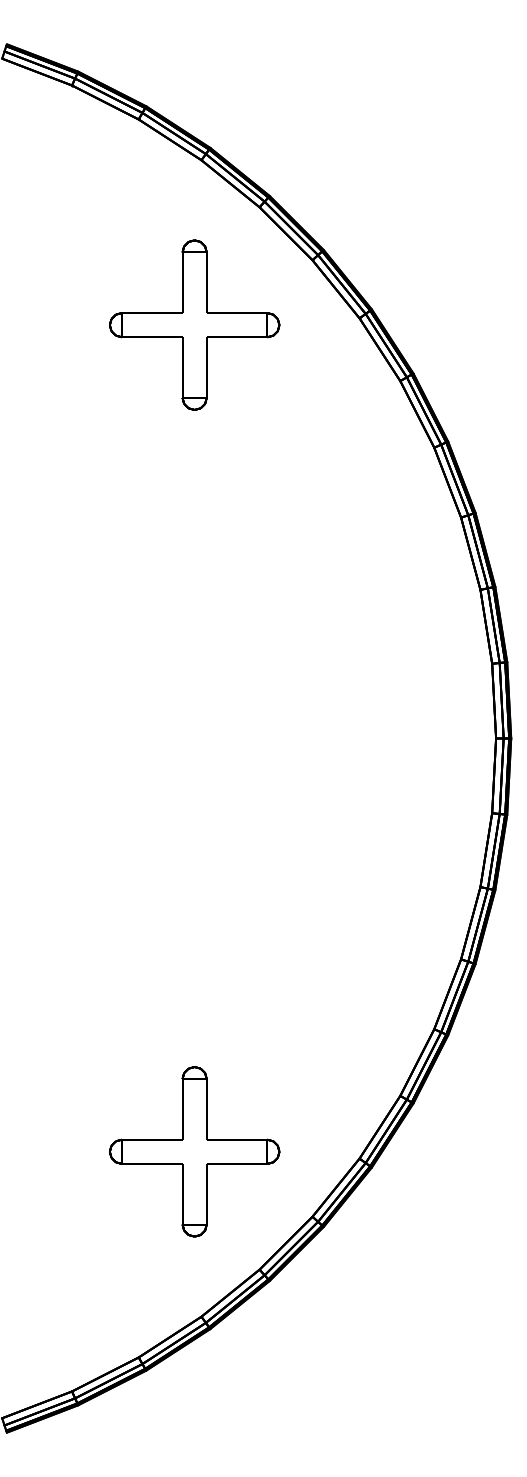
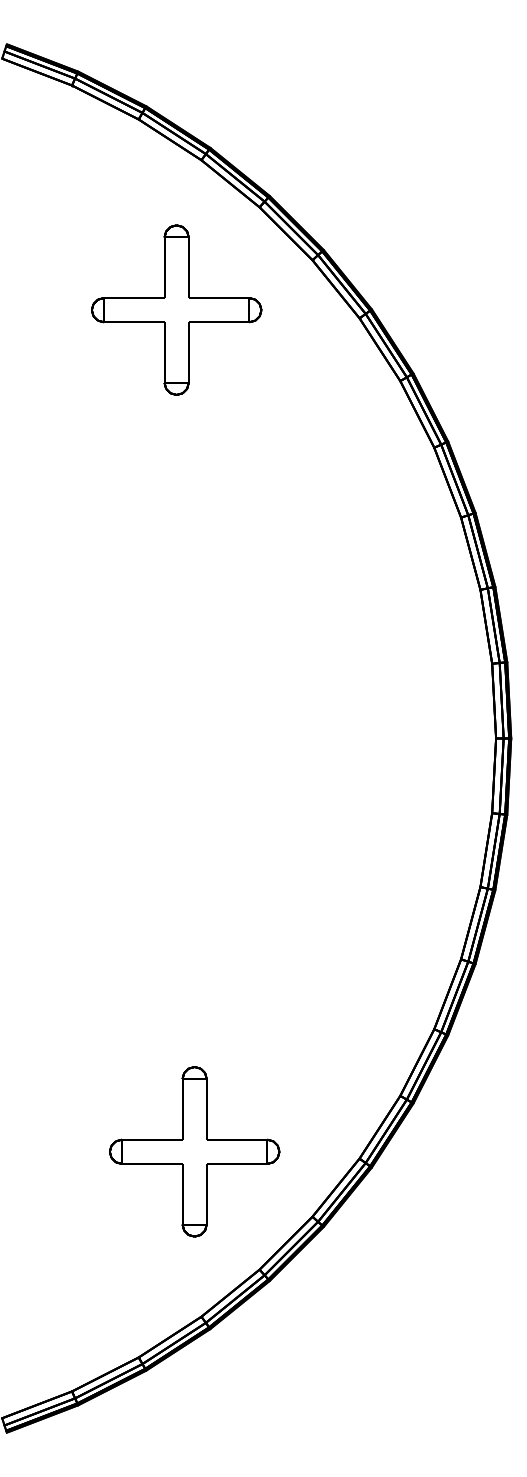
part at (194, 324) position: (194, 324) -> (176, 309)
